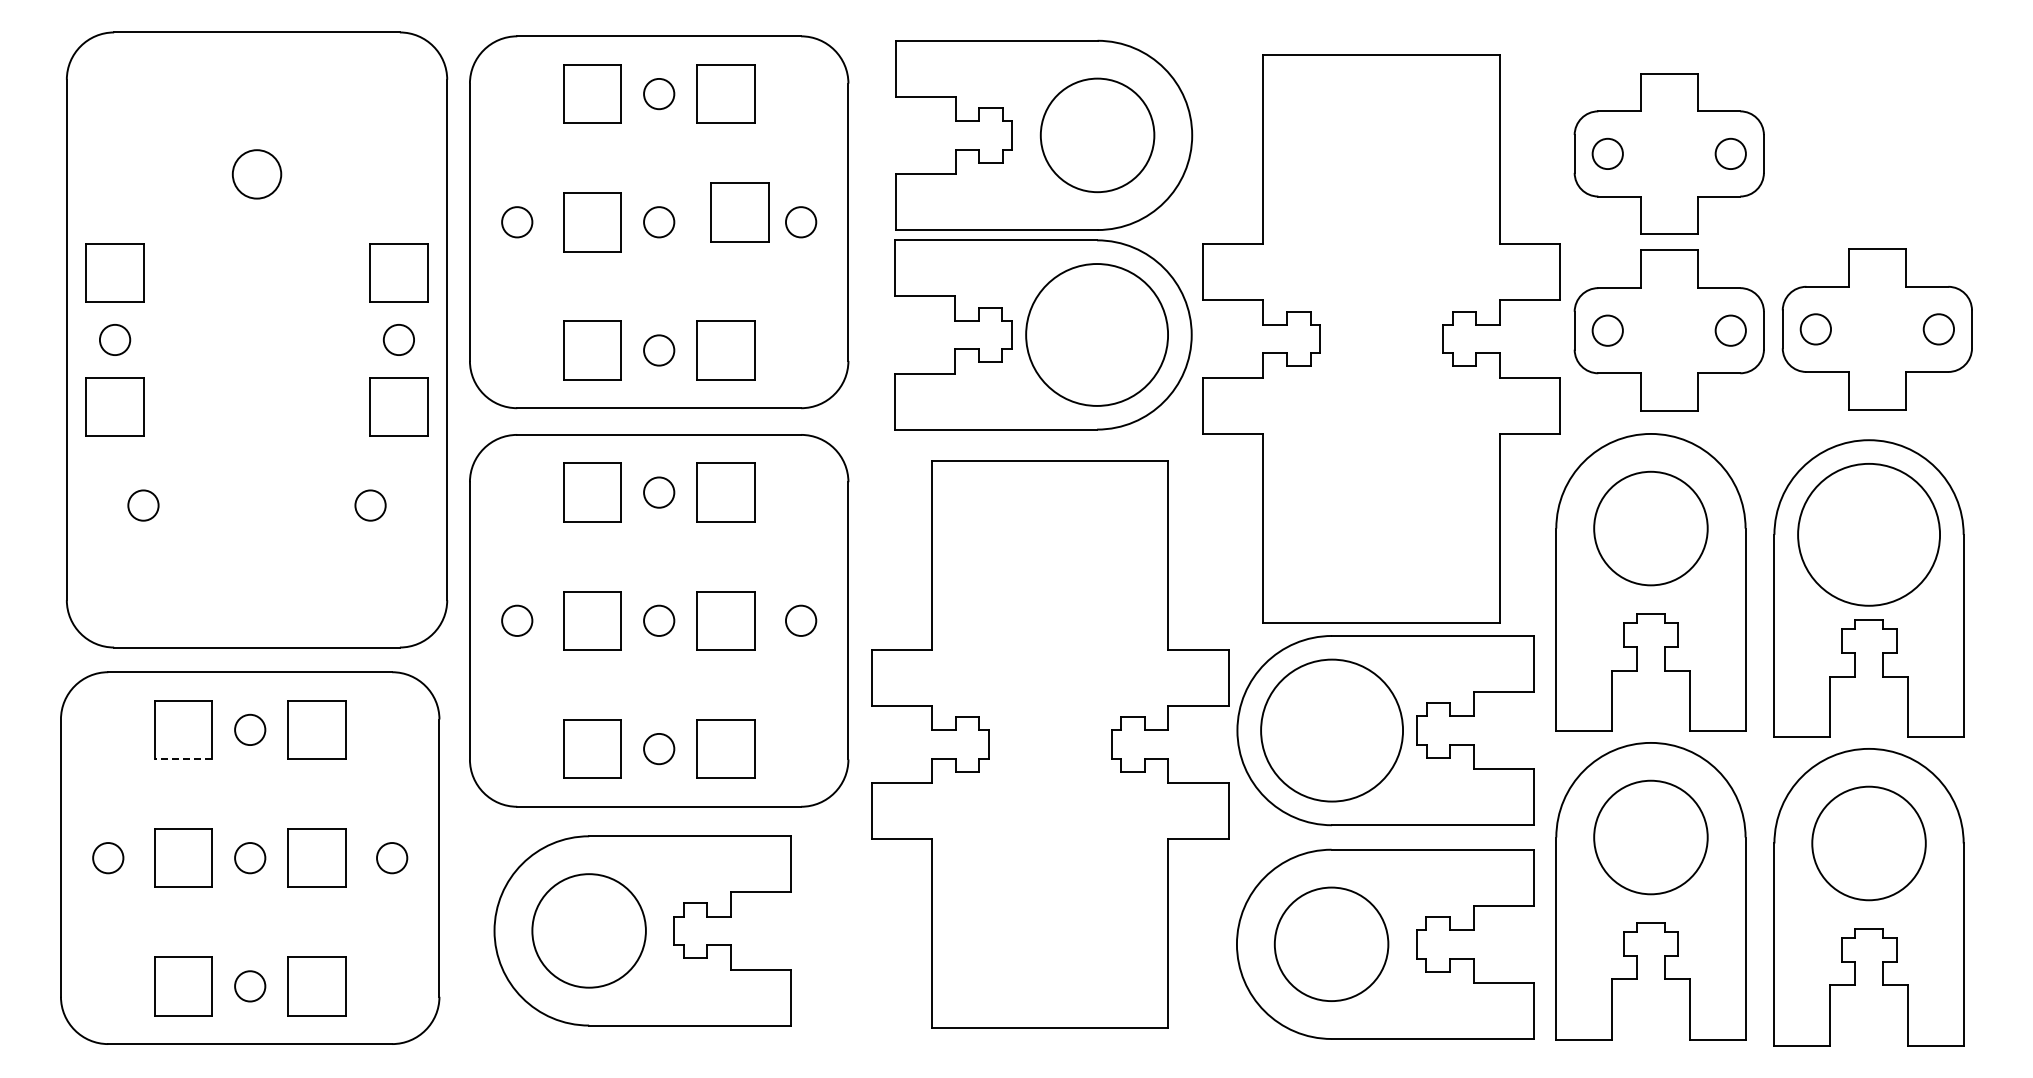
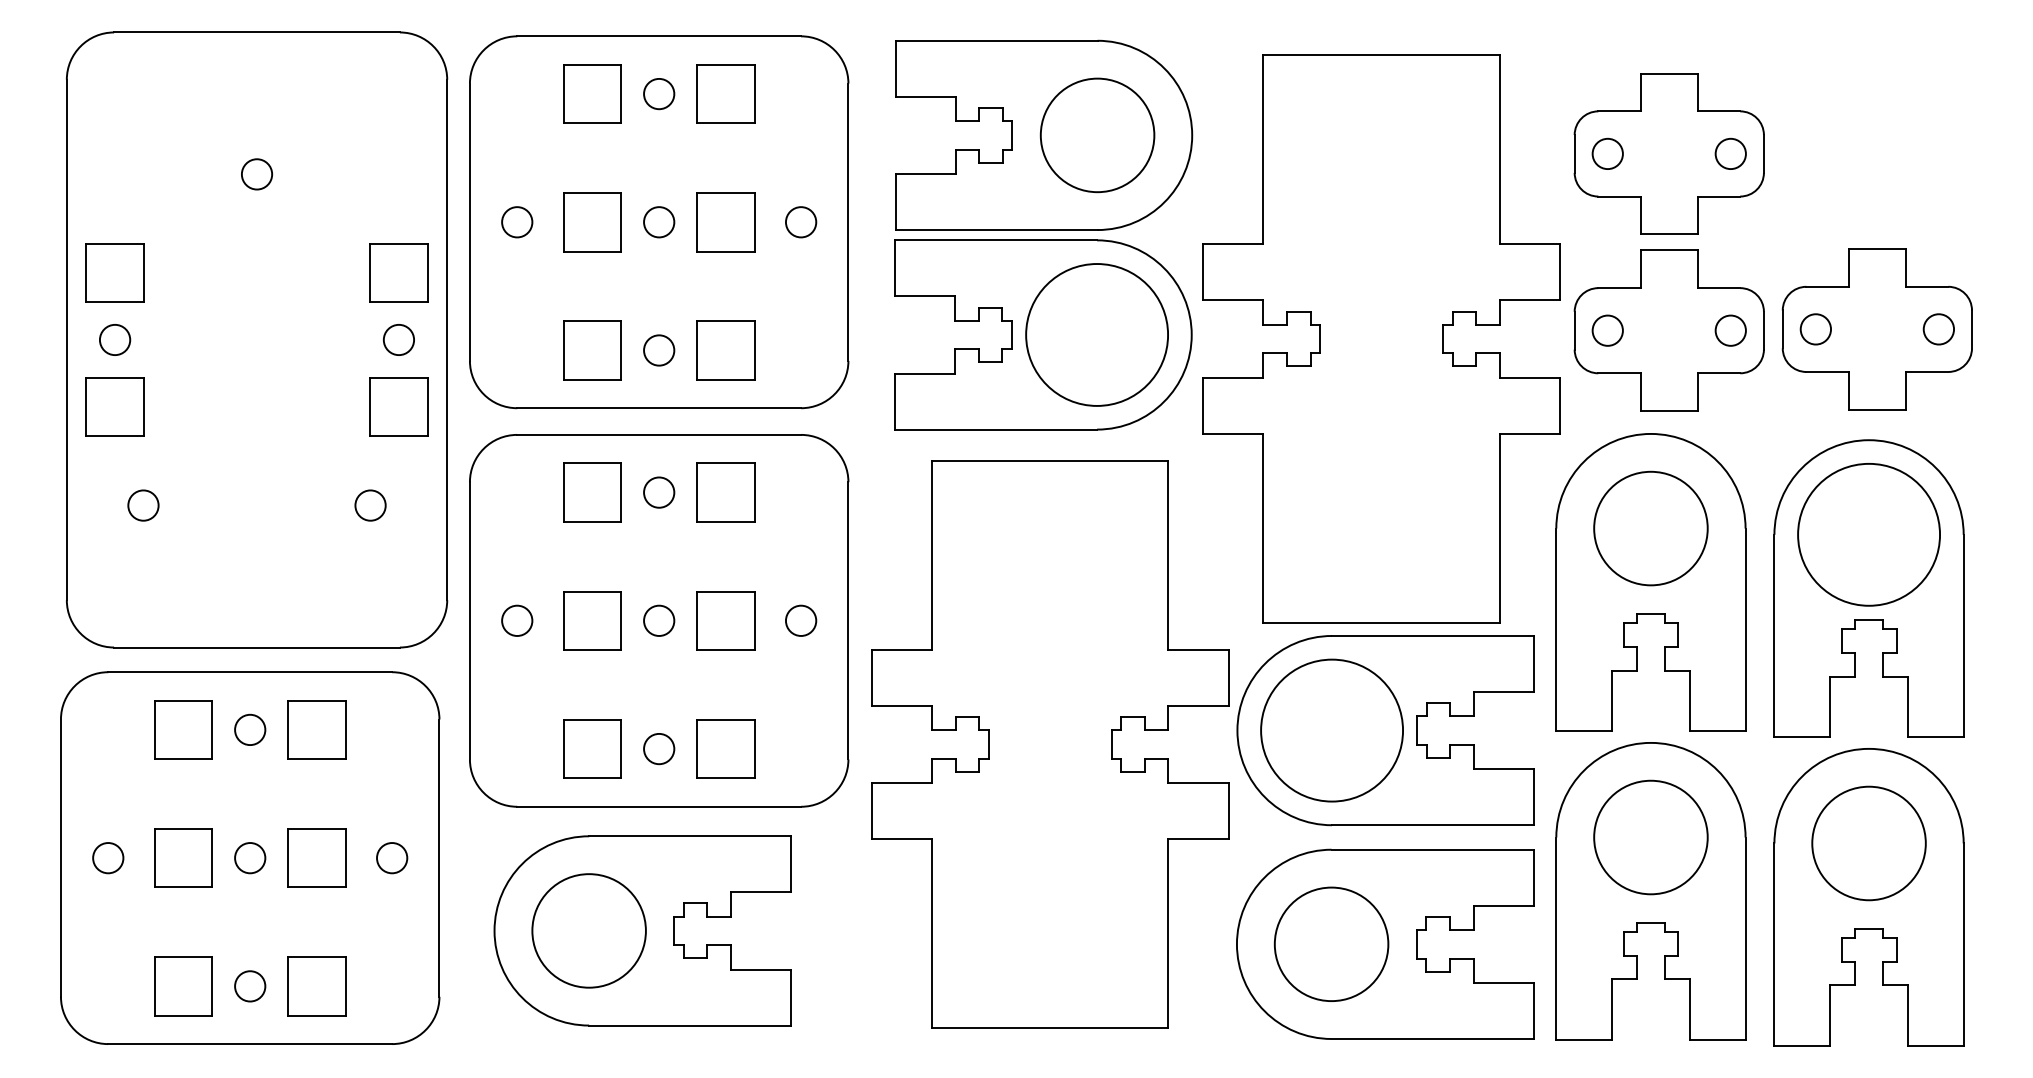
circle at (256, 174) diameter: 48 px -> 30 px
part at (739, 212) position: (739, 212) -> (725, 222)
line at (183, 759): dashed -> solid
